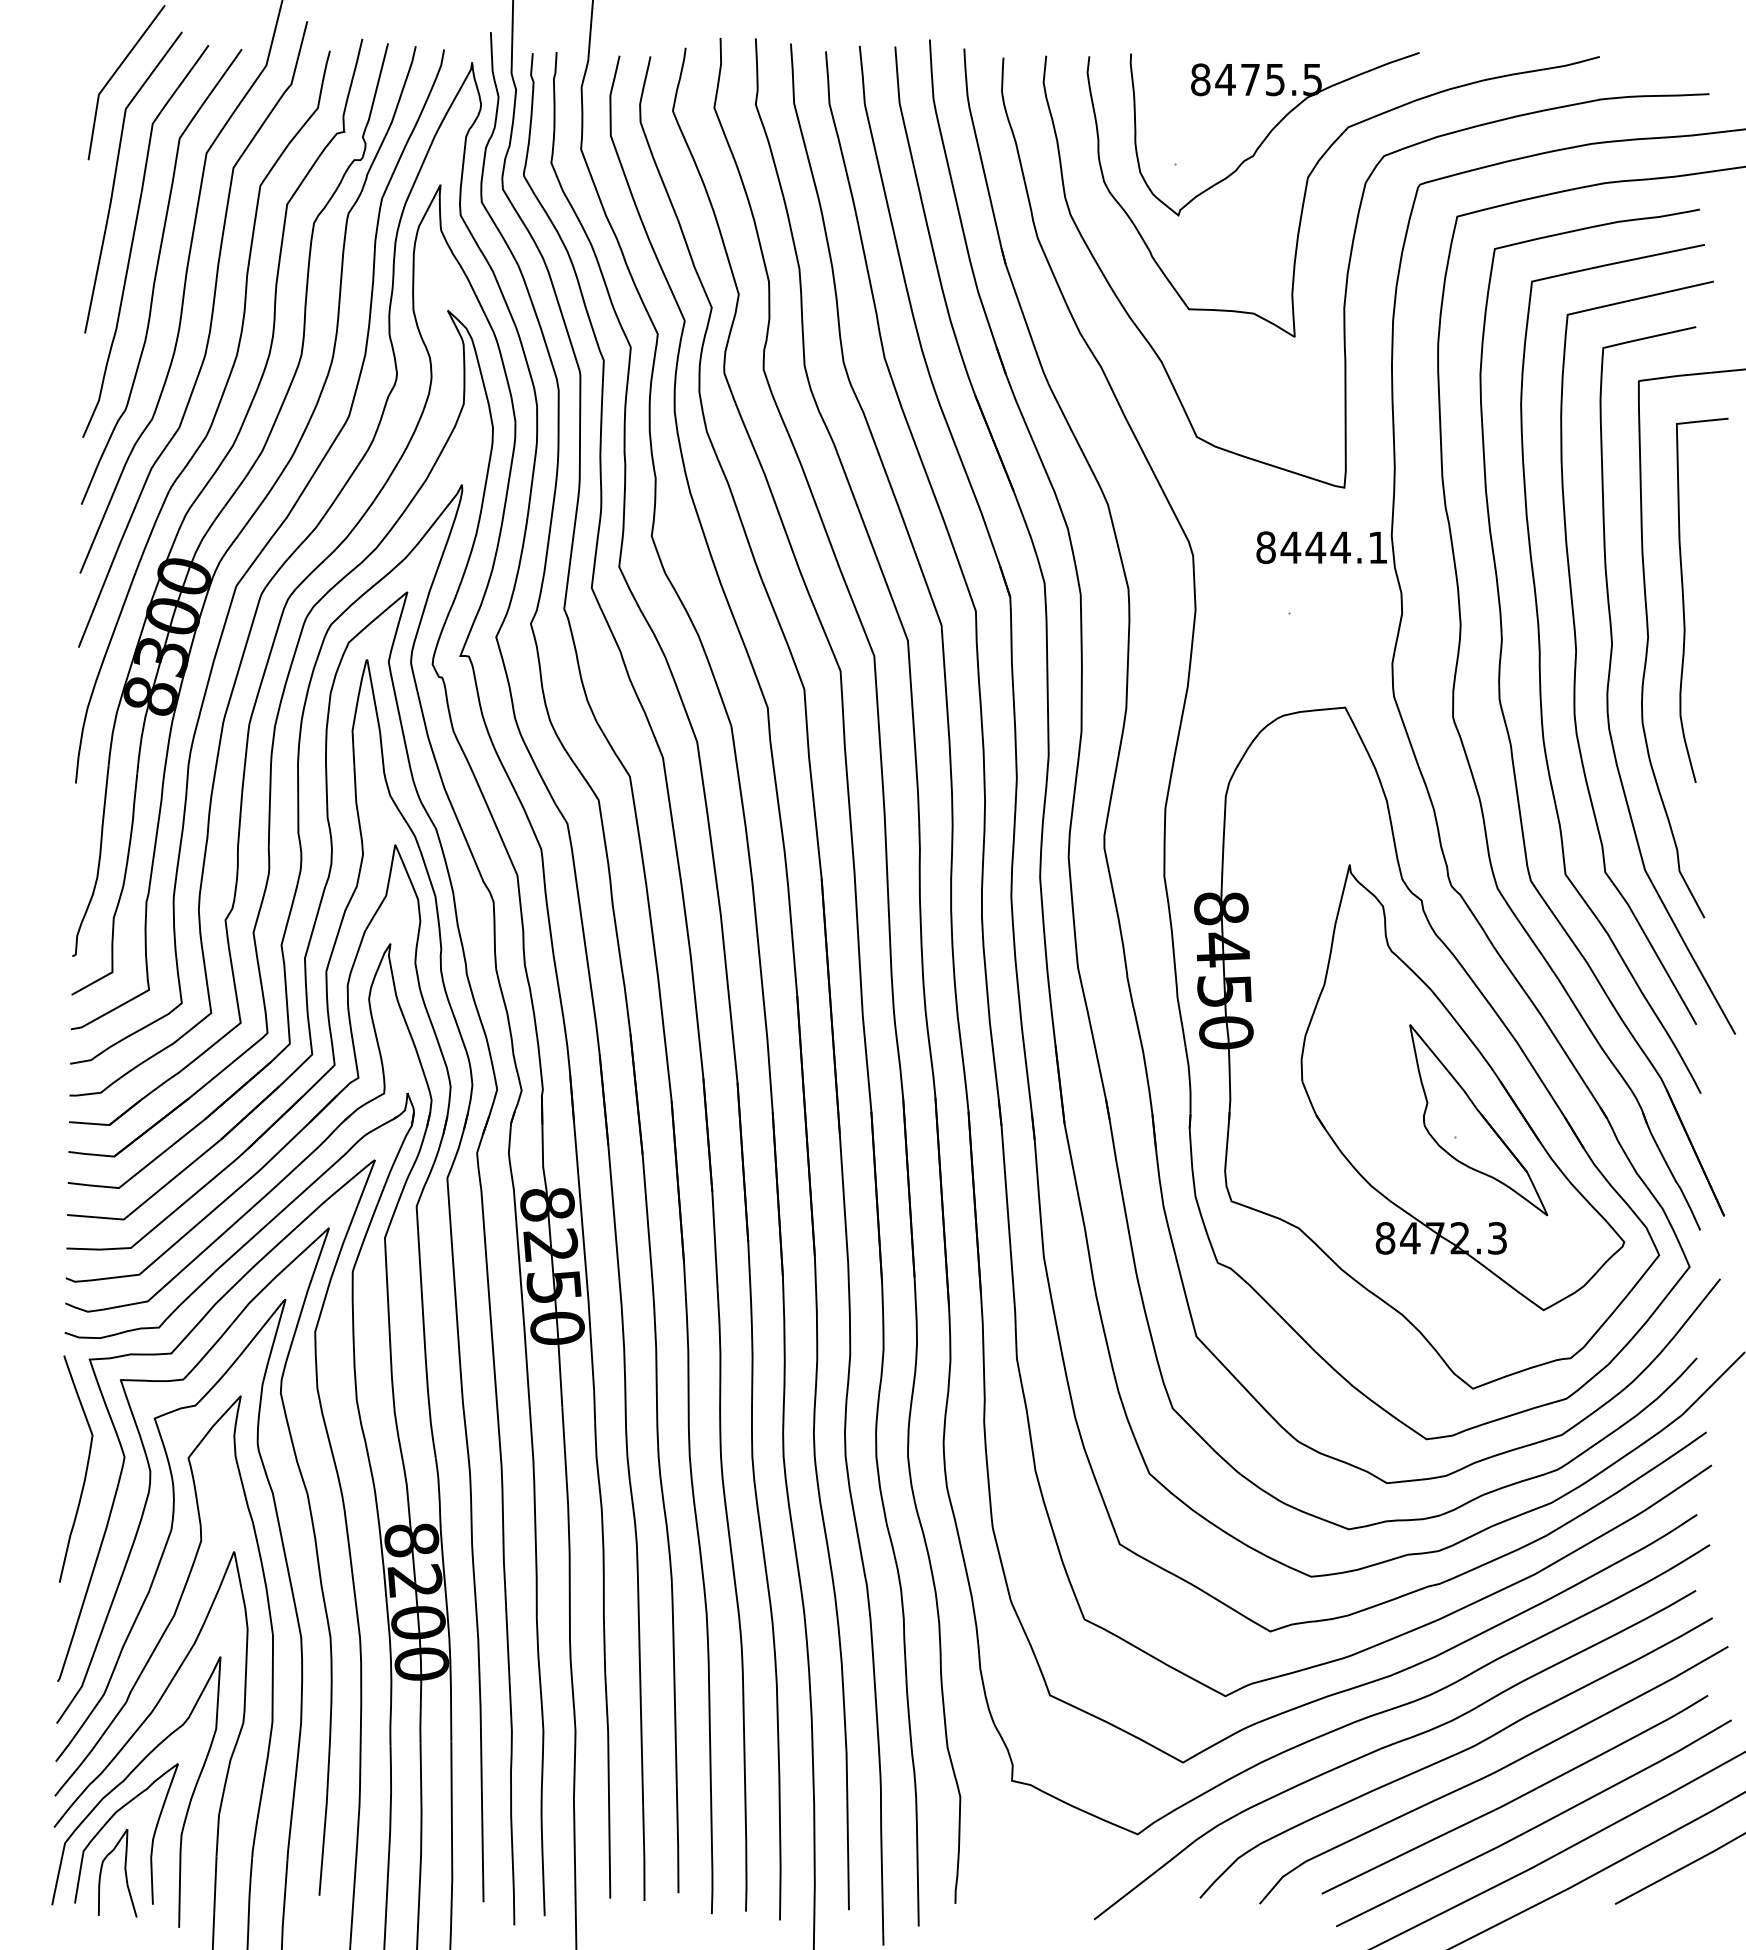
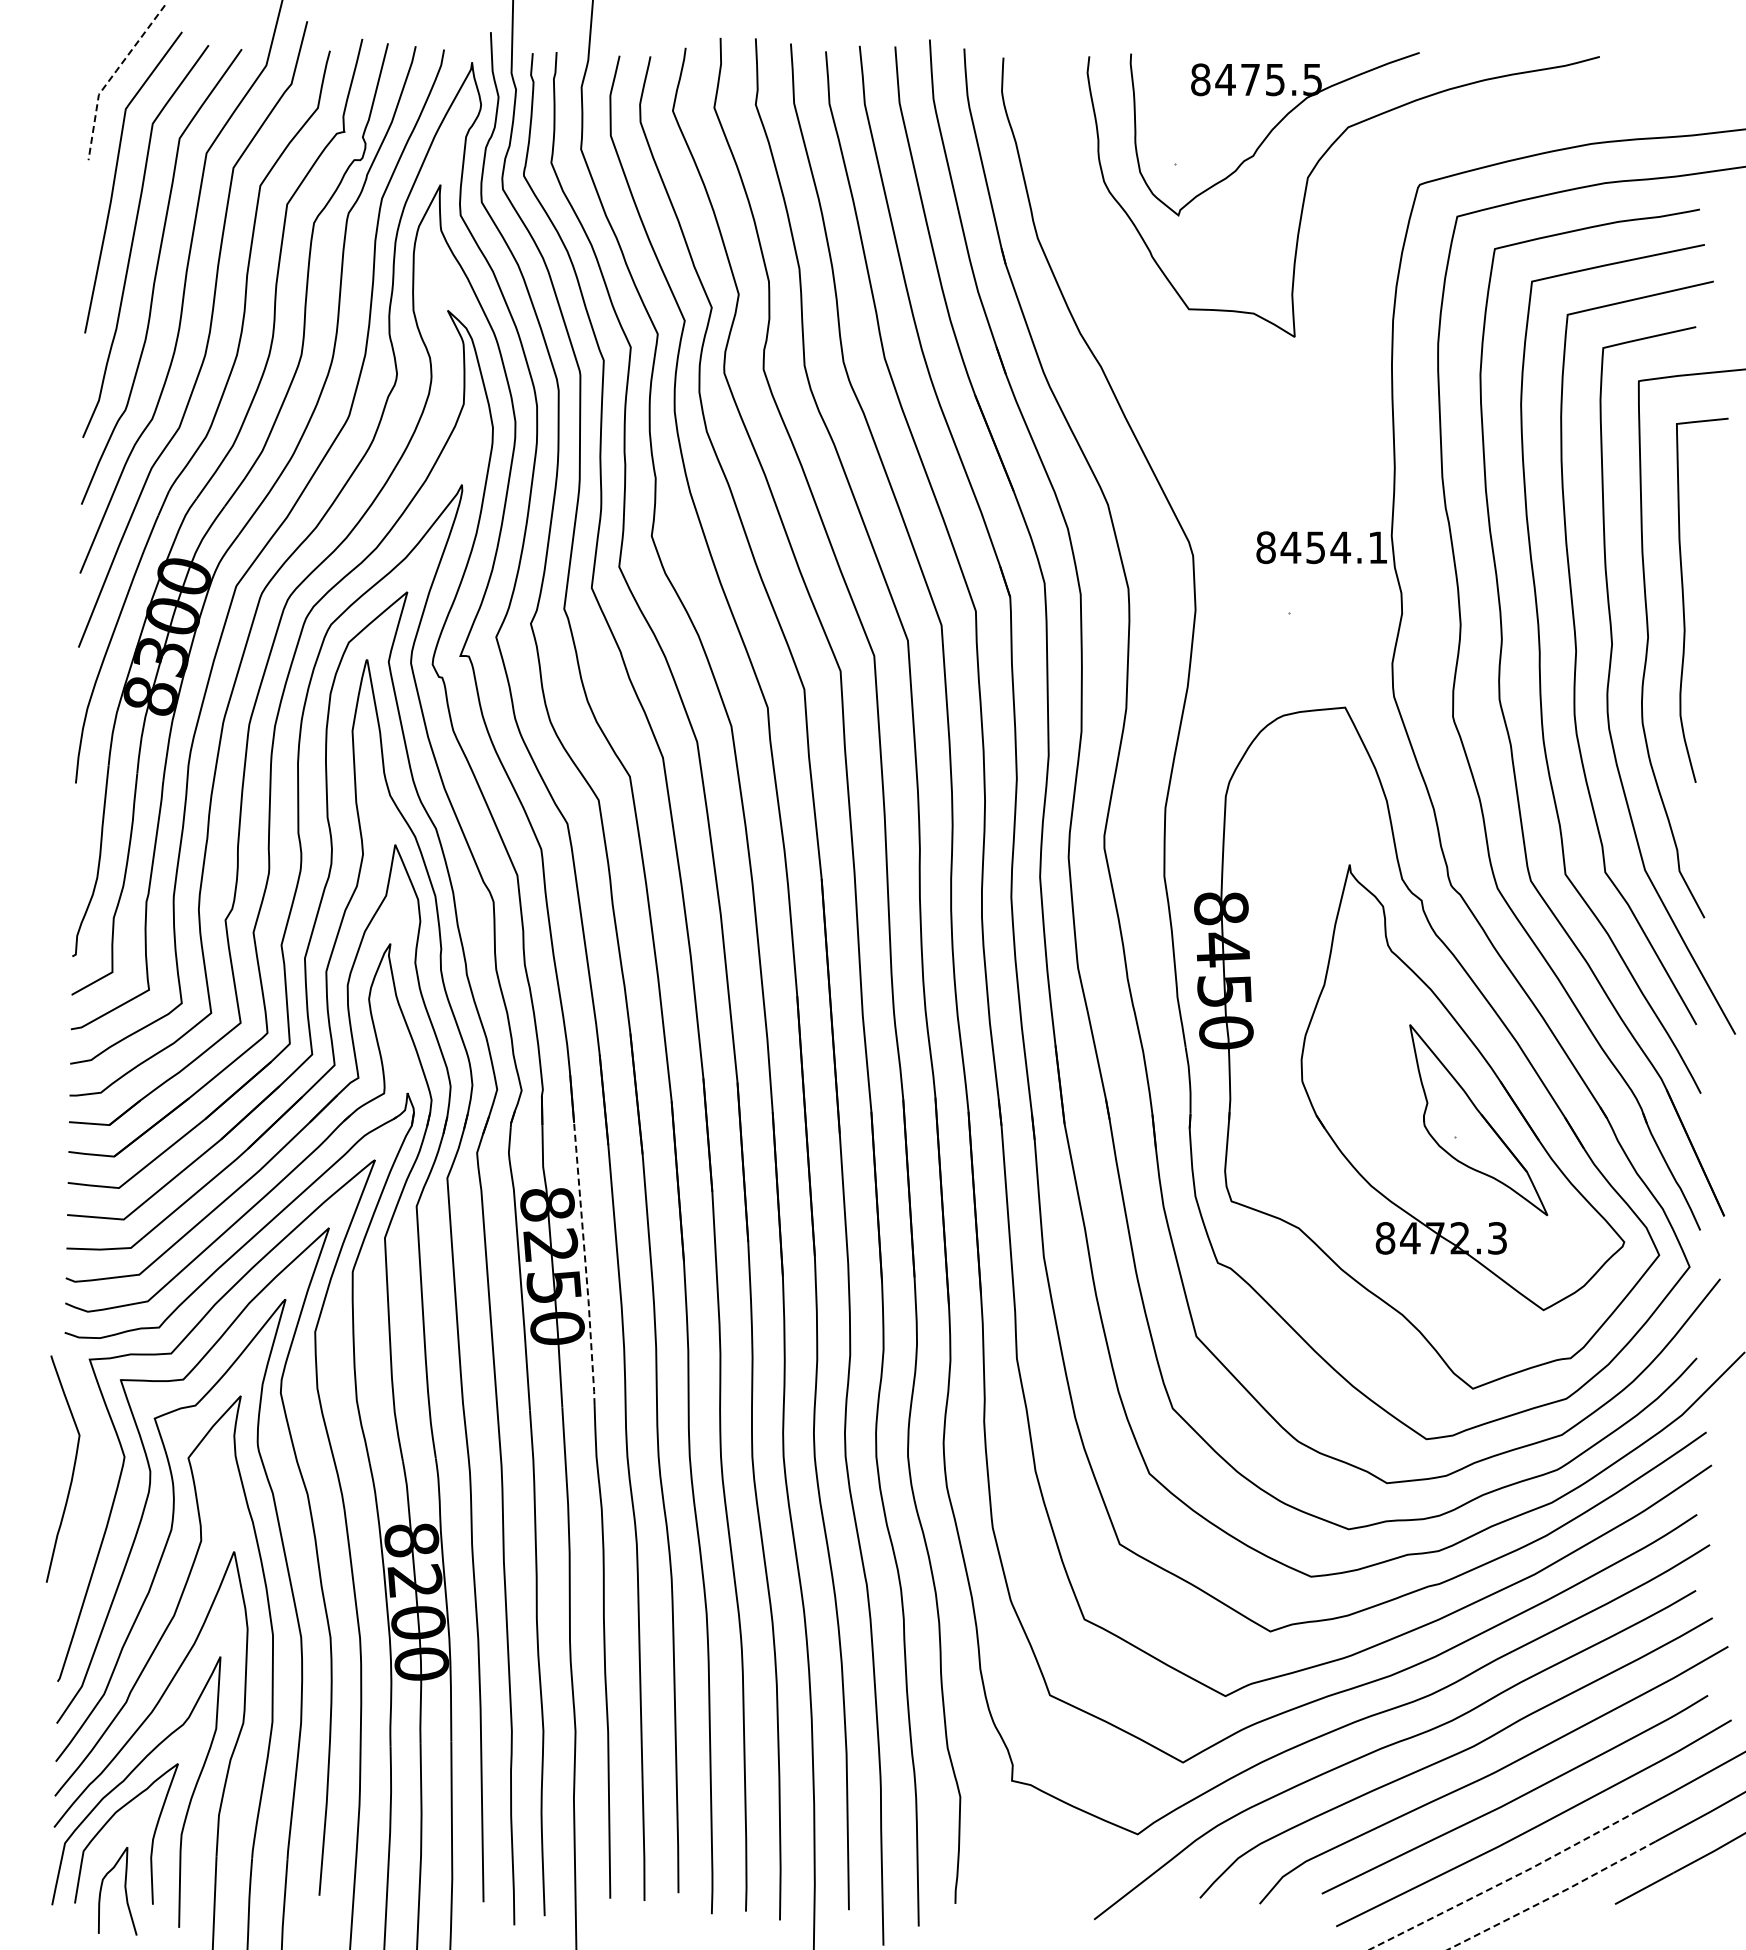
line at (111, 77): solid -> dashed
curve at (1350, 264): present -> none
text at (1315, 547): 8444.1 -> 8454.1
line at (585, 1264): solid -> dashed
curve at (85, 1470) position: (85, 1470) -> (72, 1470)
curve at (124, 1871) position: (124, 1871) -> (124, 1889)
line at (1504, 1881): solid -> dashed
line at (1553, 1896): solid -> dashed
